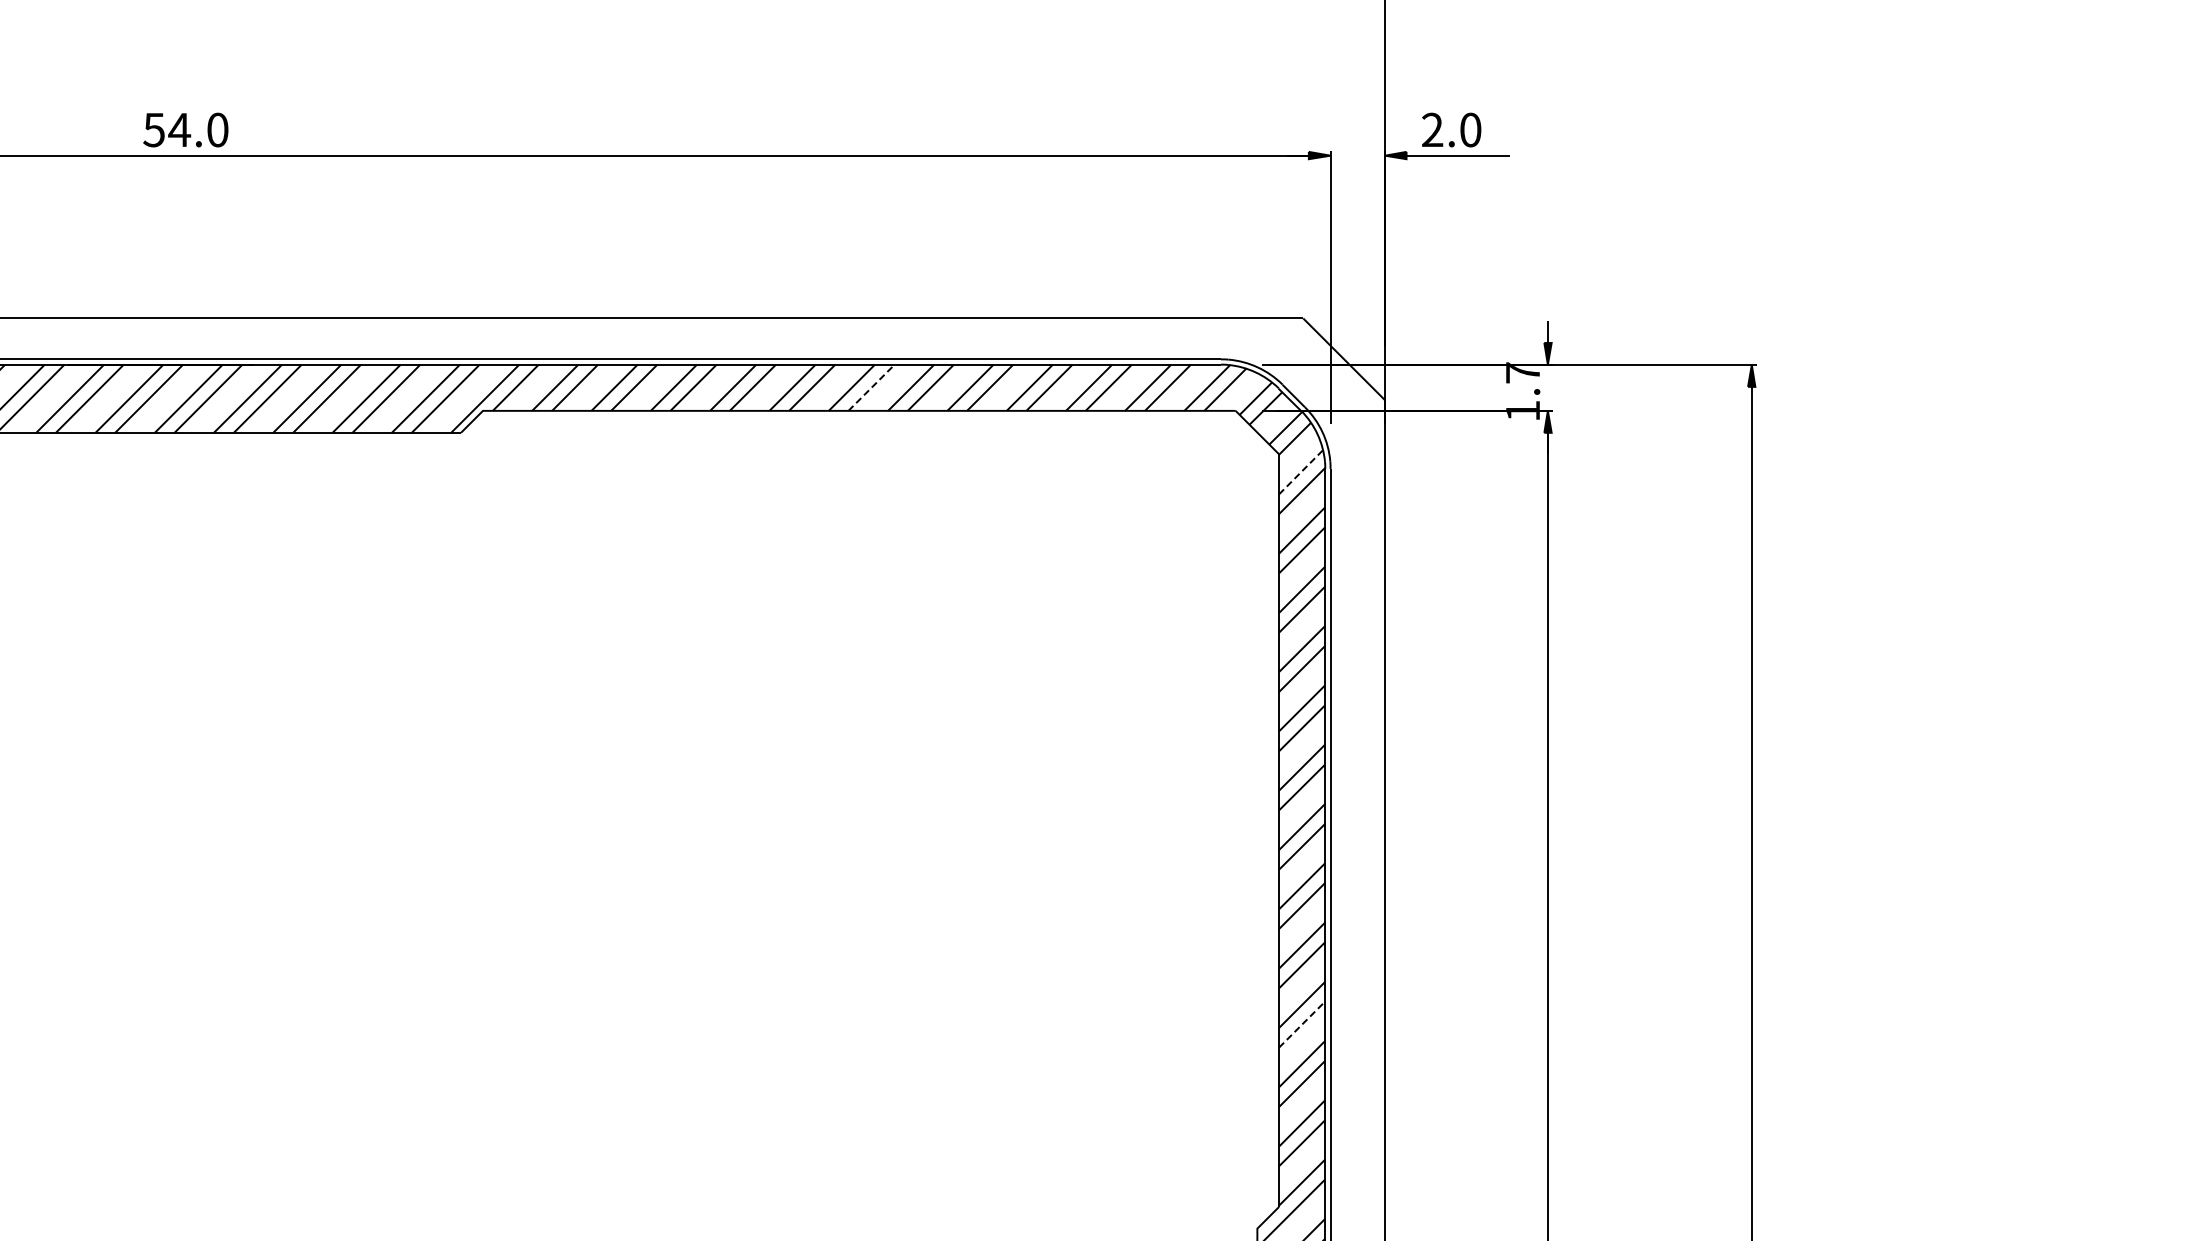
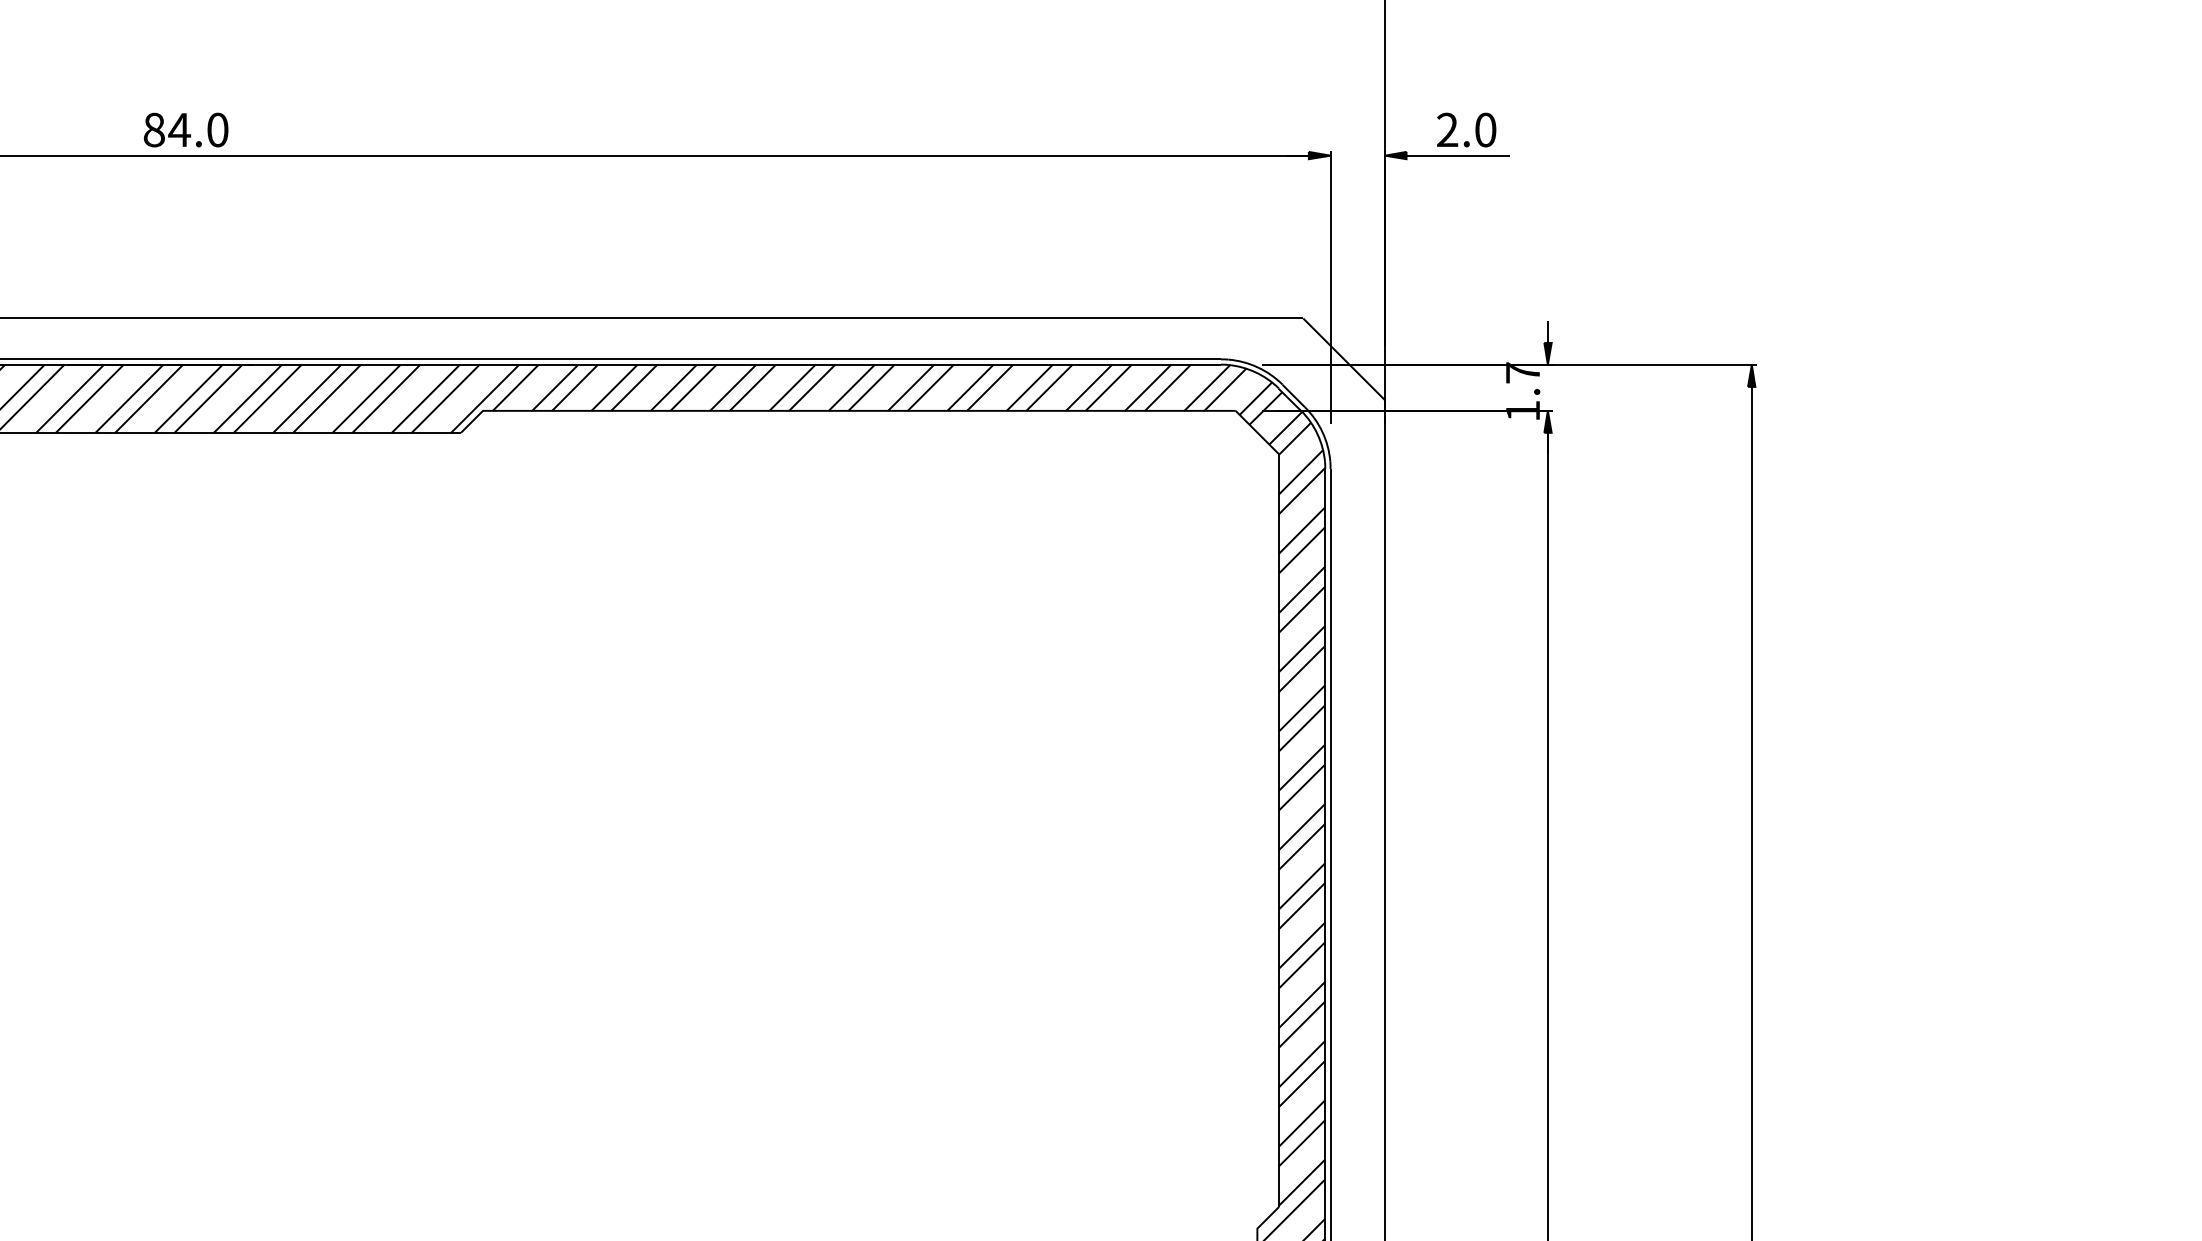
text at (153, 129): 54.0 -> 84.0
text at (1451, 129) position: (1451, 129) -> (1466, 129)
line at (871, 387): dashed -> solid
line at (1301, 471): dashed -> solid
line at (1302, 1024): dashed -> solid
